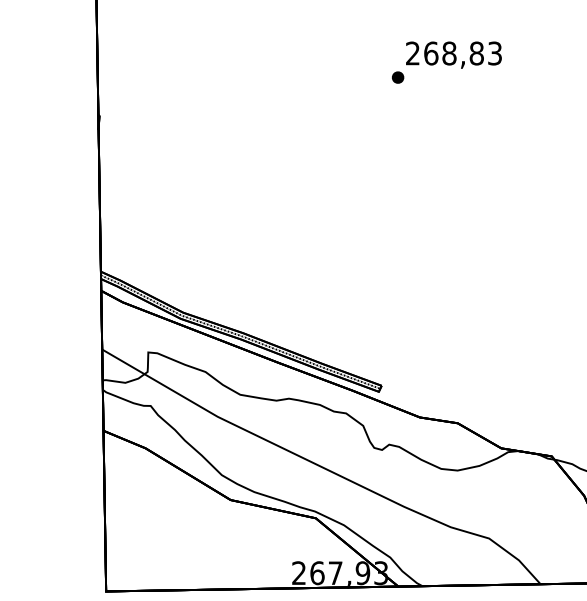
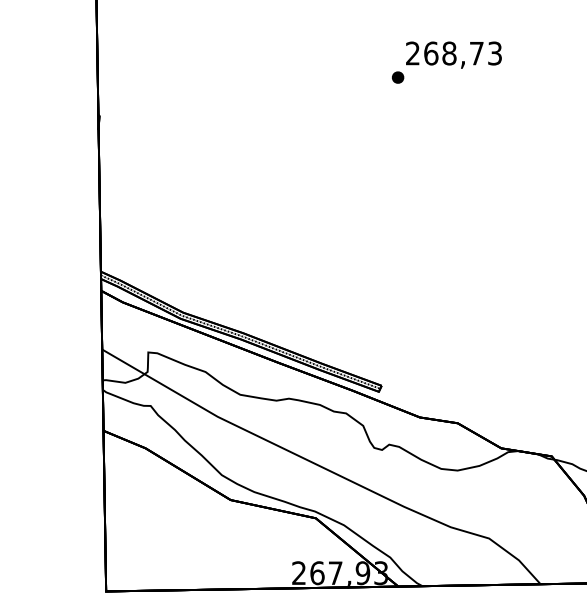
text at (476, 53): 268,83 -> 268,73
